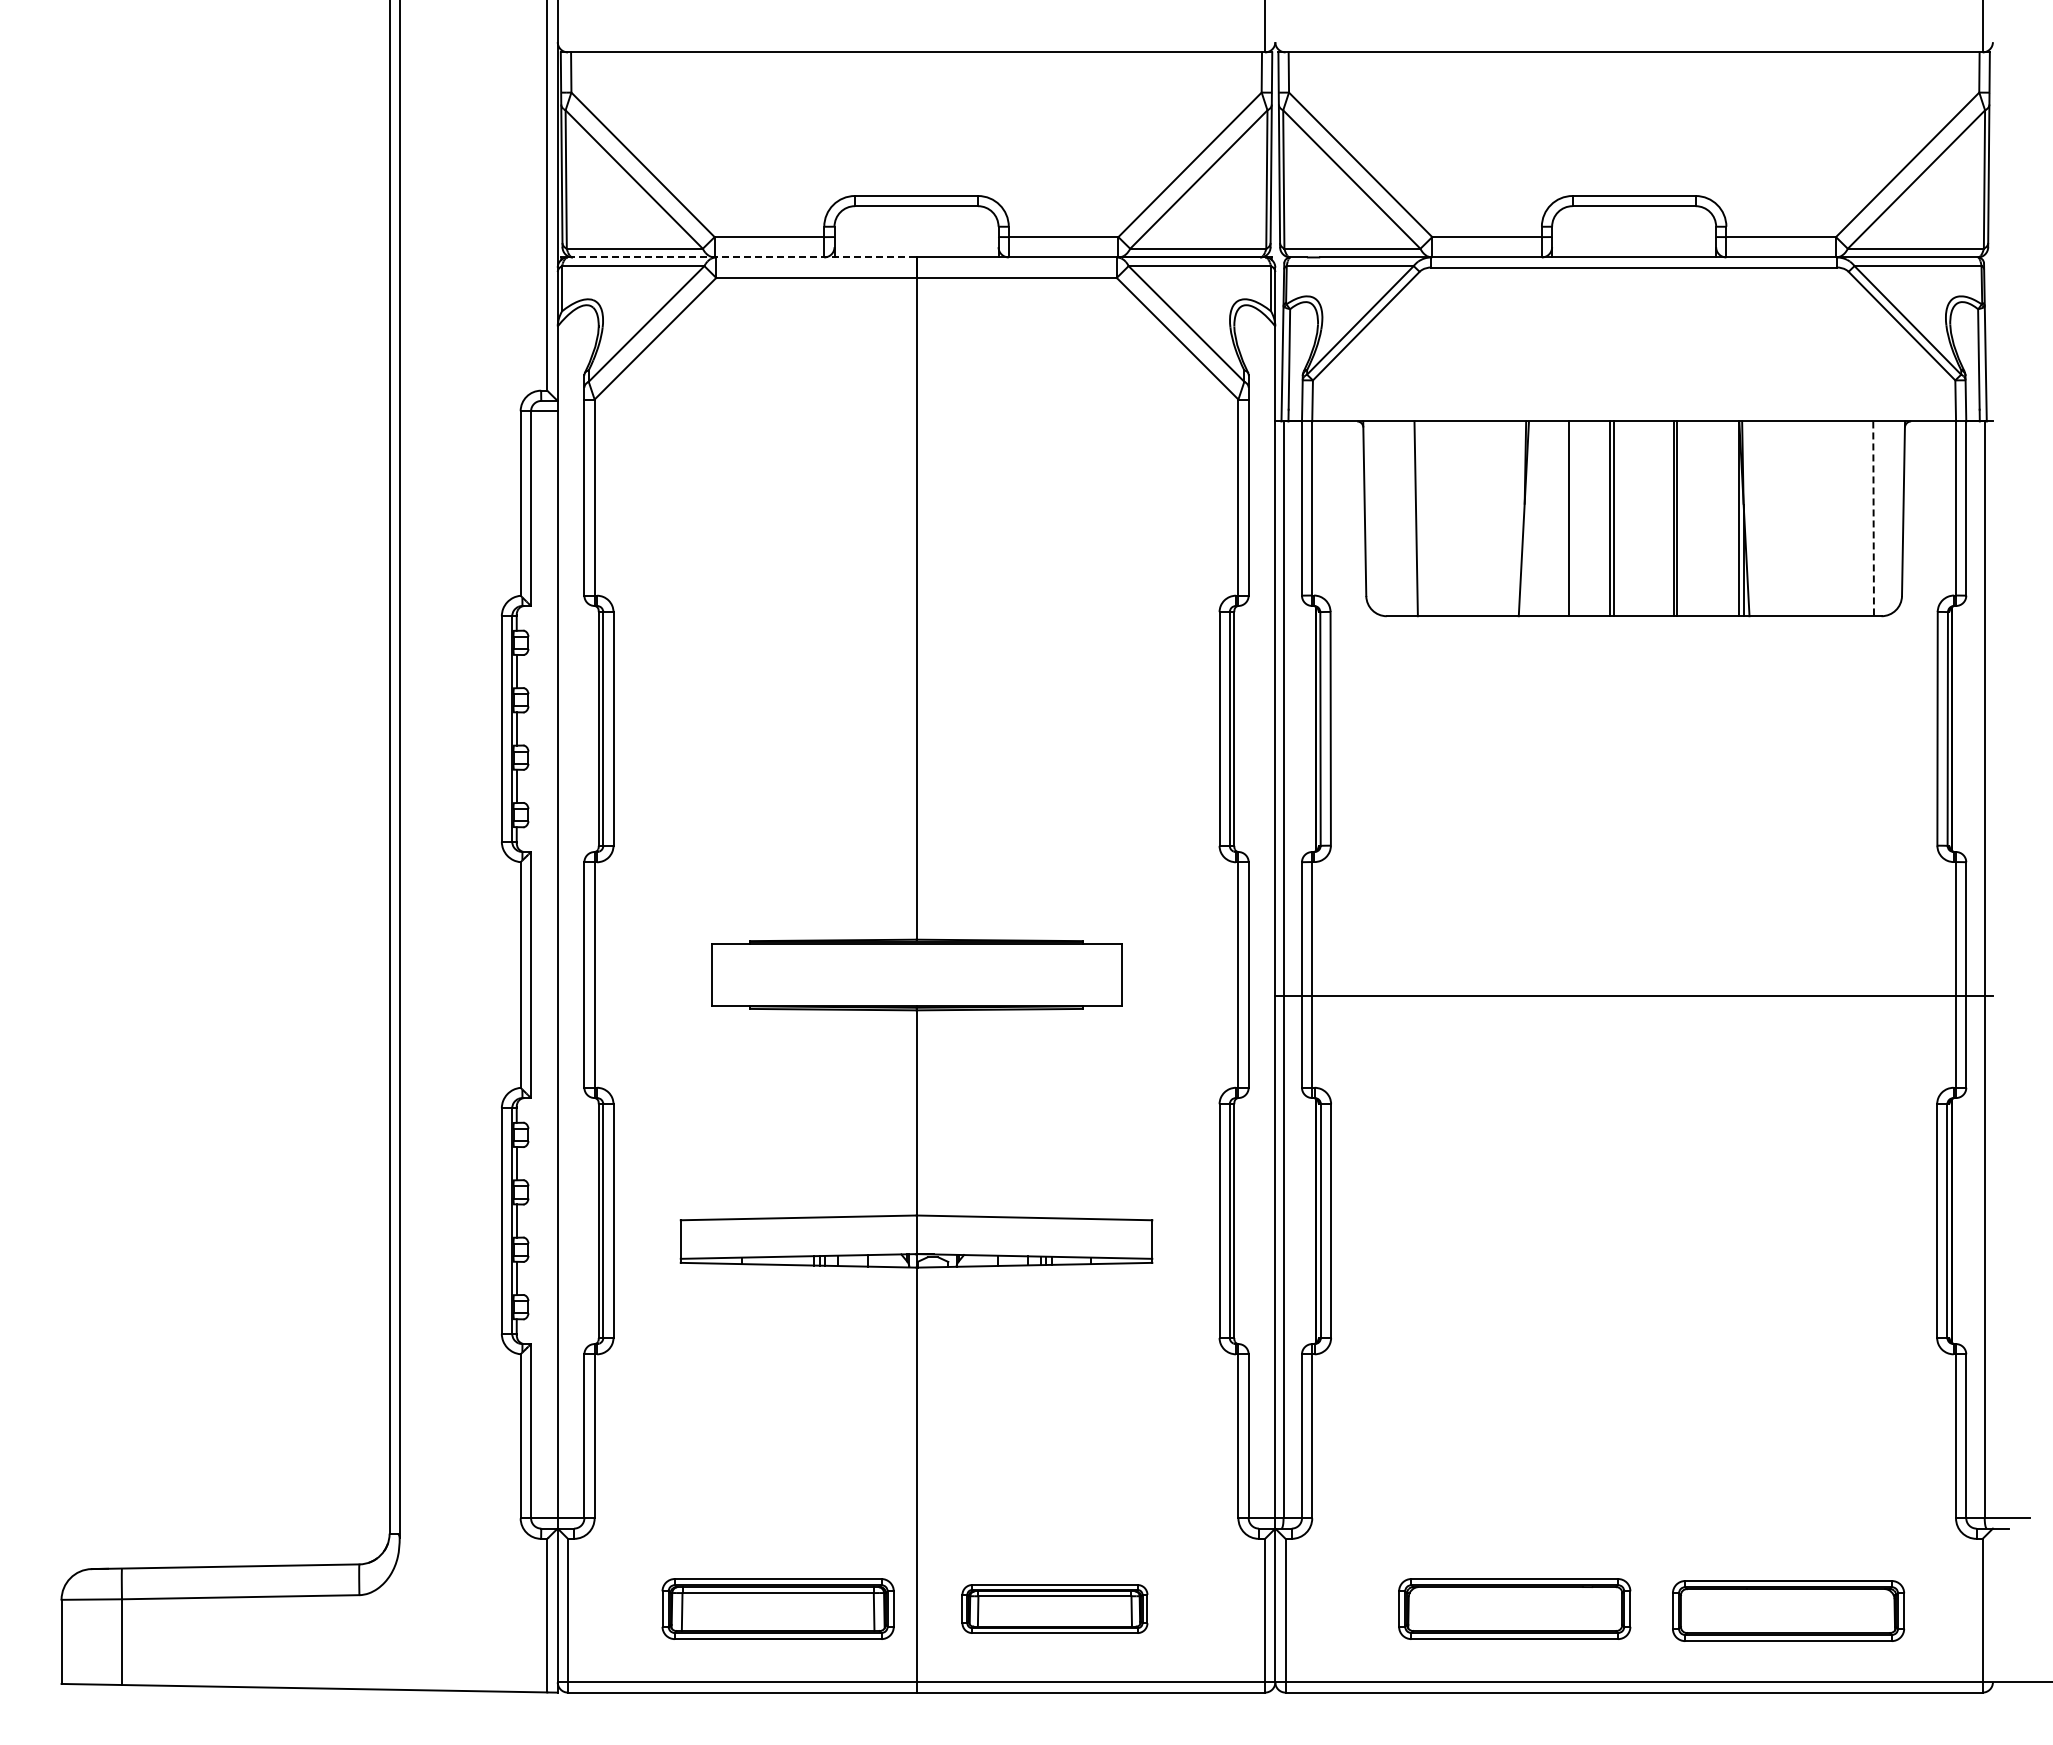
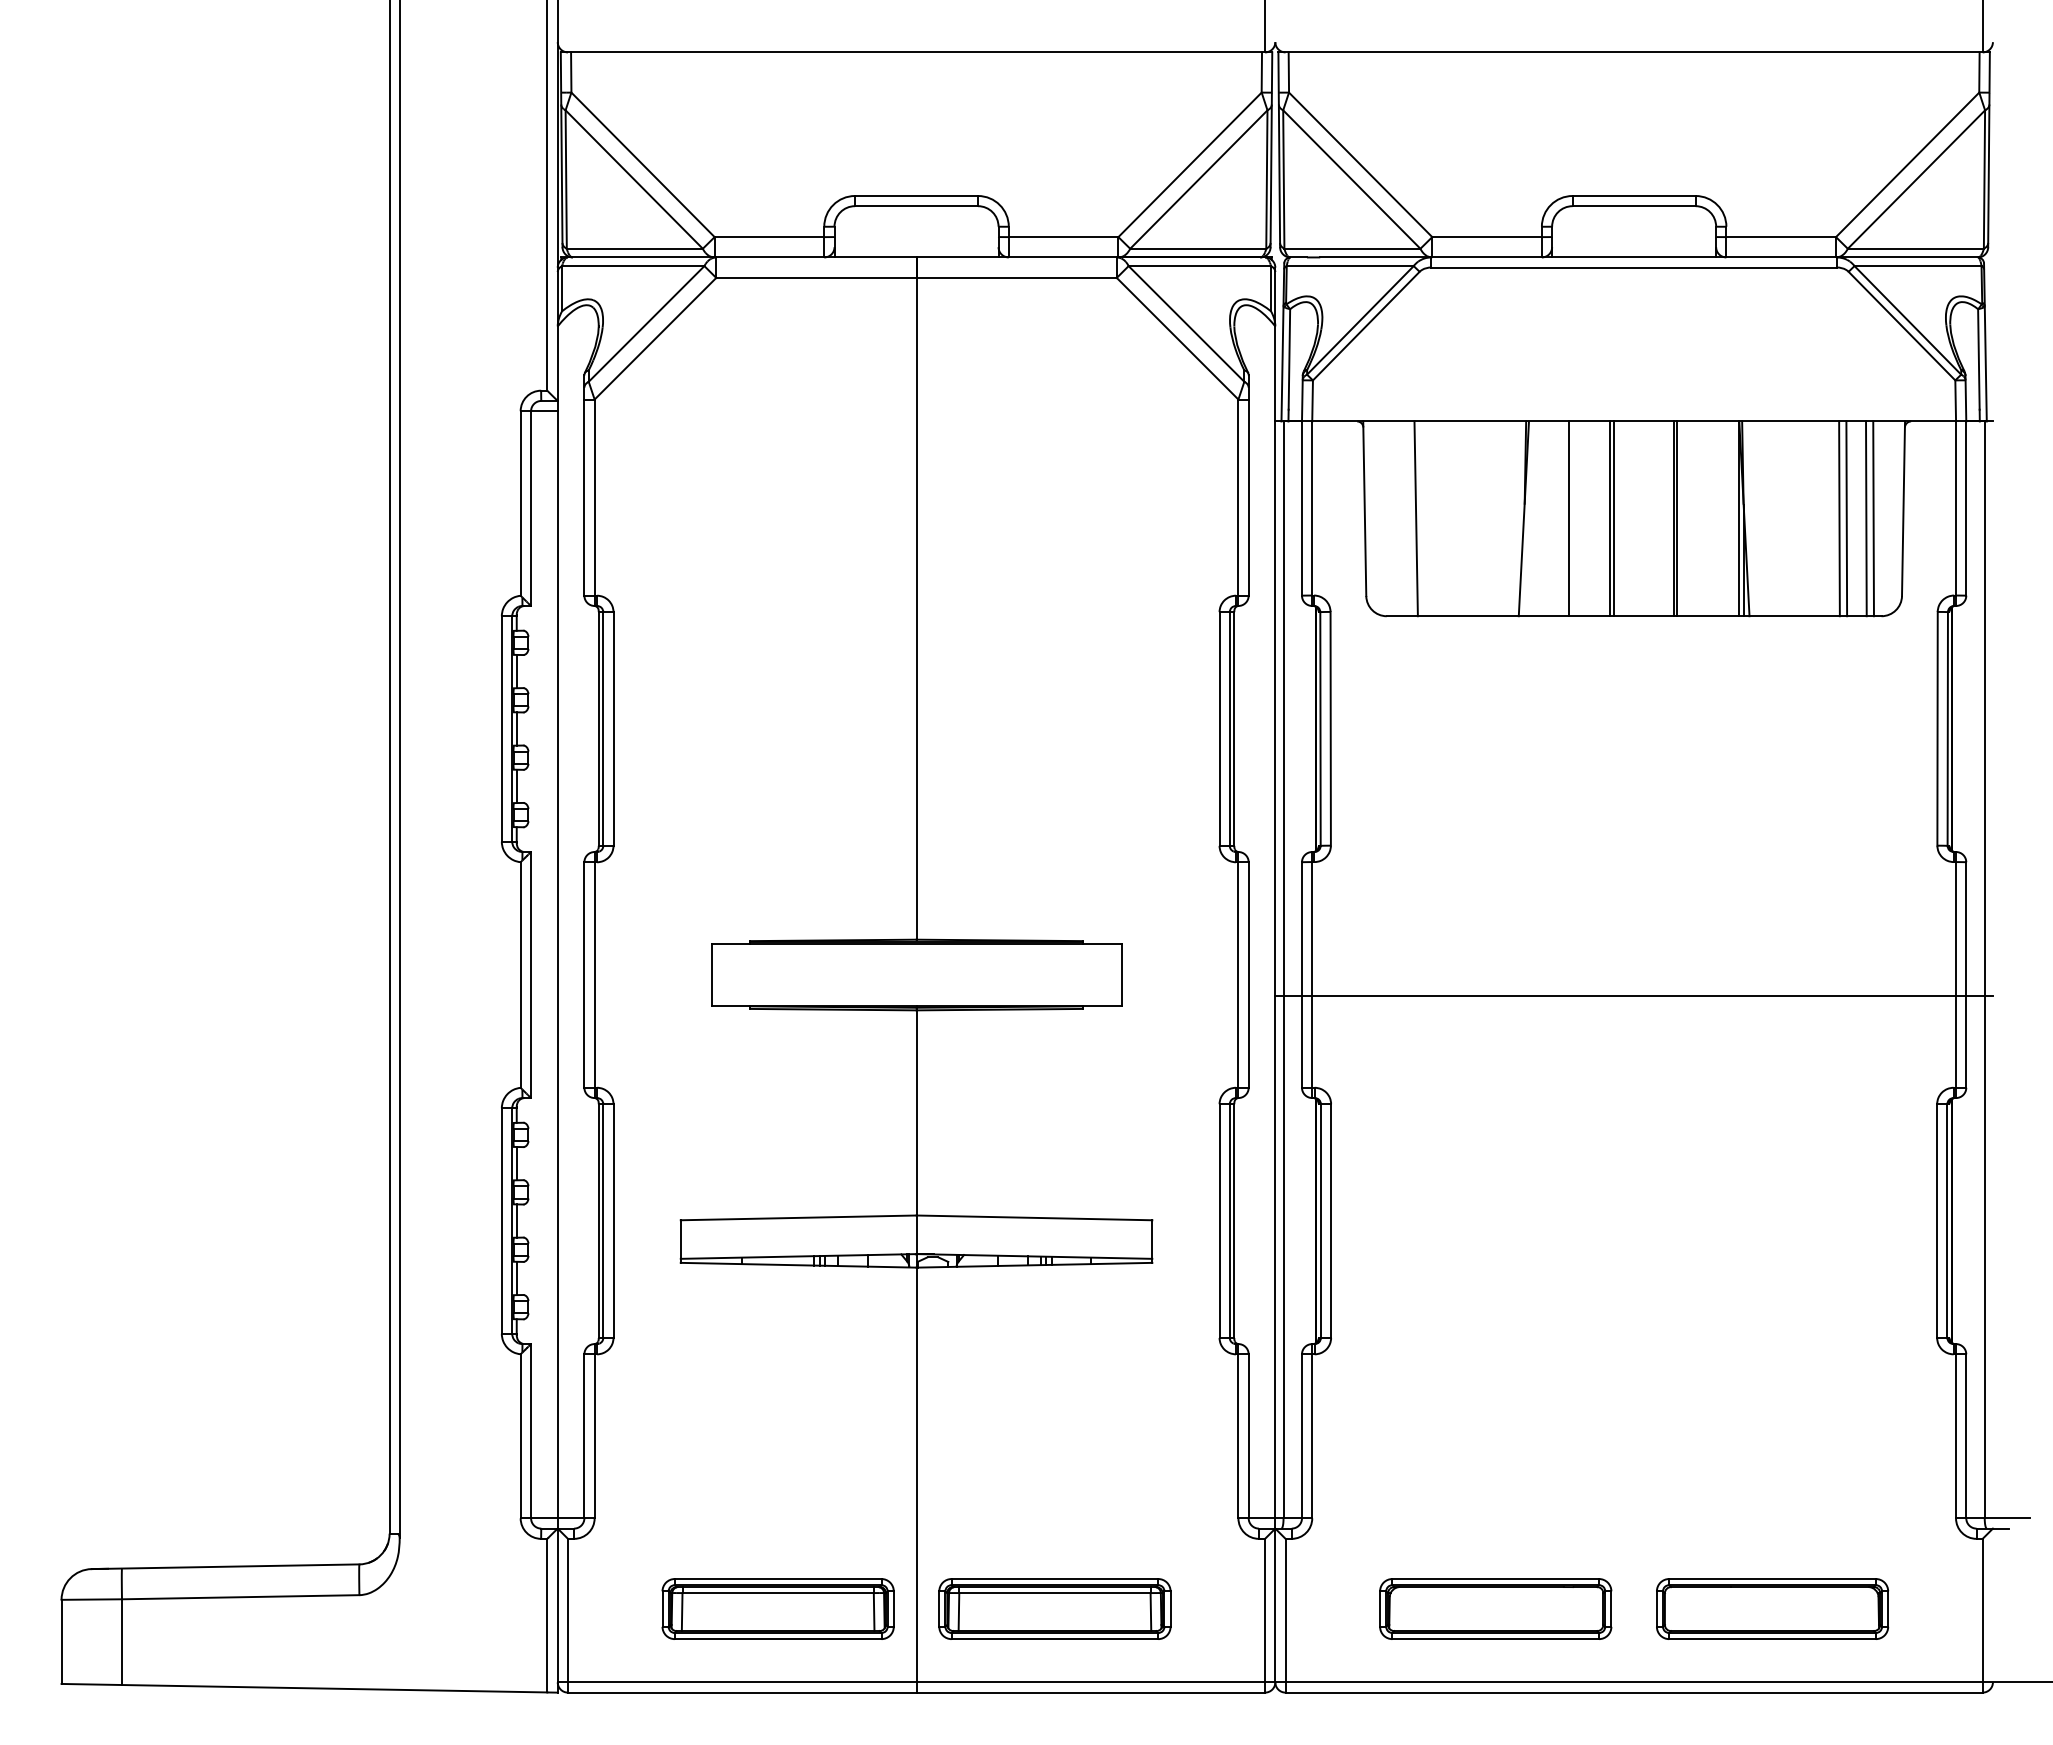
line at (742, 257): dashed -> solid
line at (1839, 518): none -> present
line at (1846, 518): none -> present
line at (1866, 518): none -> present
line at (1873, 519): dashed -> solid
part at (1054, 1608) size: 188x50 px -> 234x62 px
part at (1514, 1608) position: (1514, 1608) -> (1495, 1608)
part at (1788, 1610) position: (1788, 1610) -> (1772, 1608)
